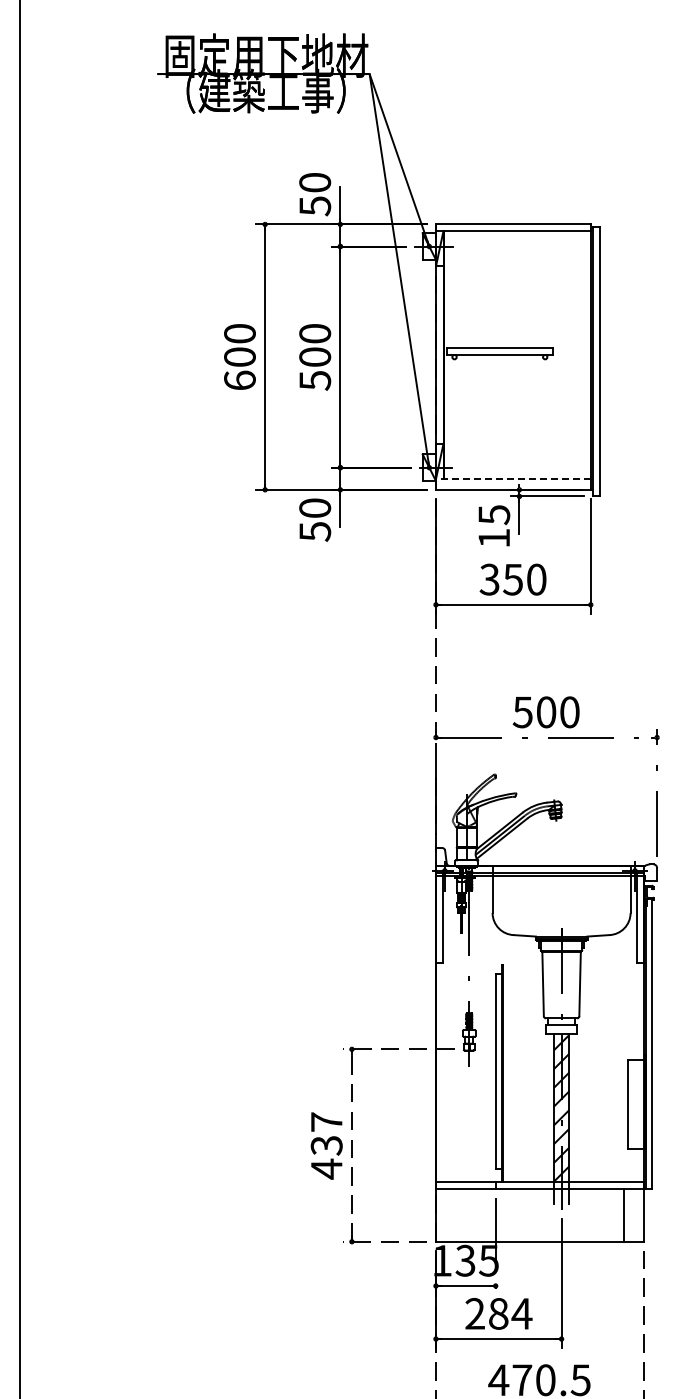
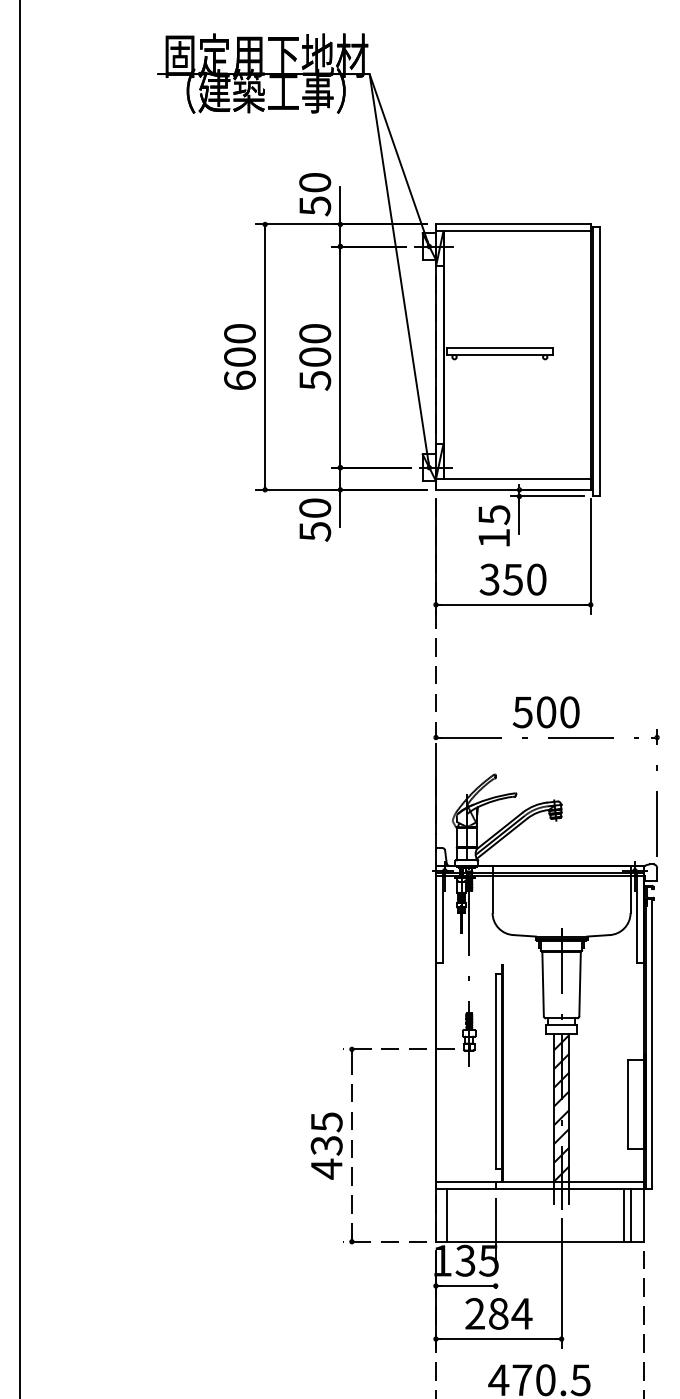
line at (512, 479): dashed -> solid
text at (326, 1122): 437 -> 435
line at (447, 1214): none -> present
line at (630, 1214): none -> present
